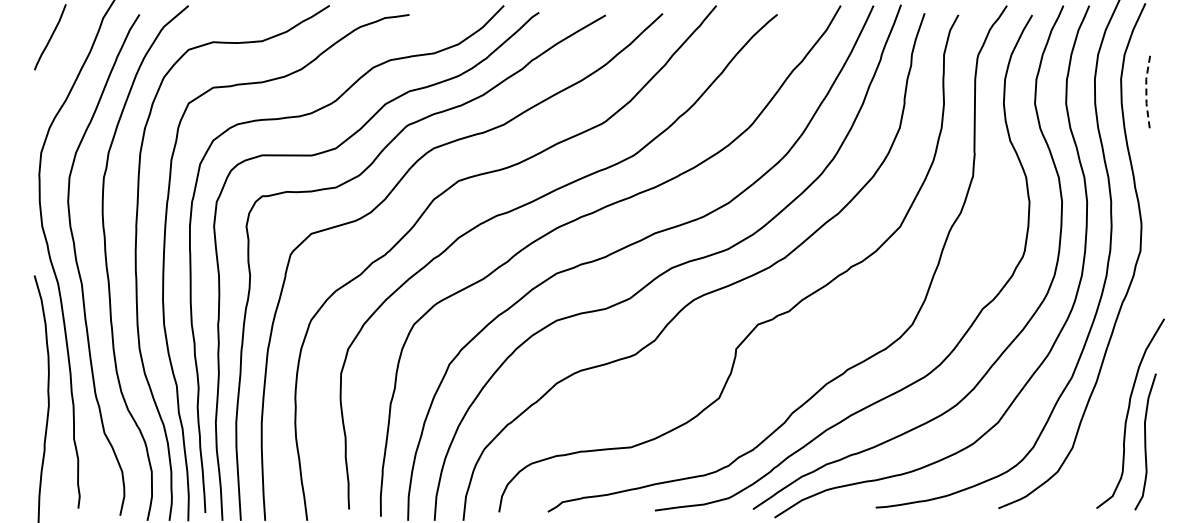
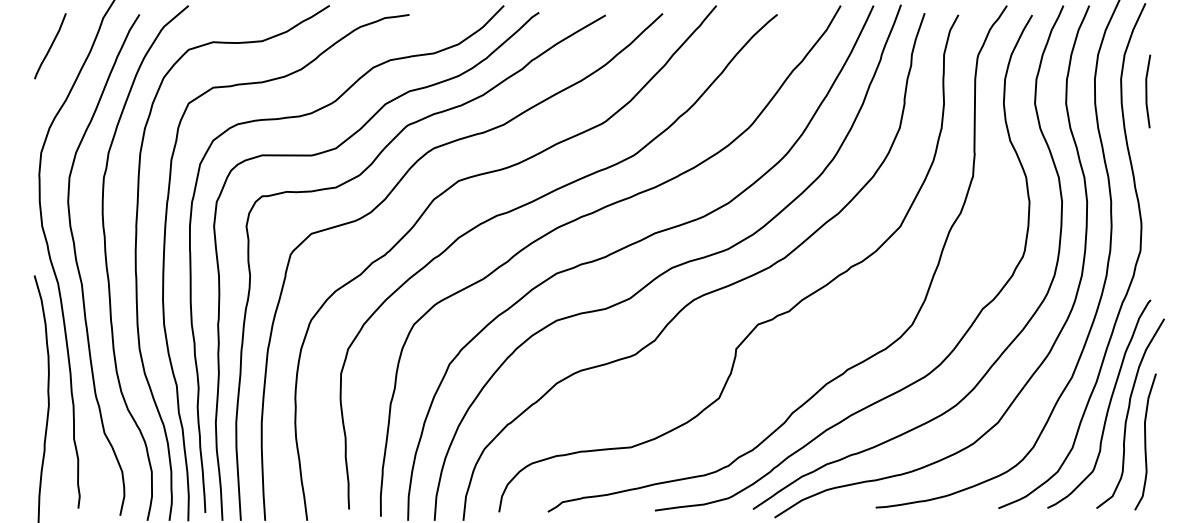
curve at (50, 37) position: (50, 37) -> (50, 46)
line at (1146, 91): dashed -> solid
curve at (1107, 407): none -> present
